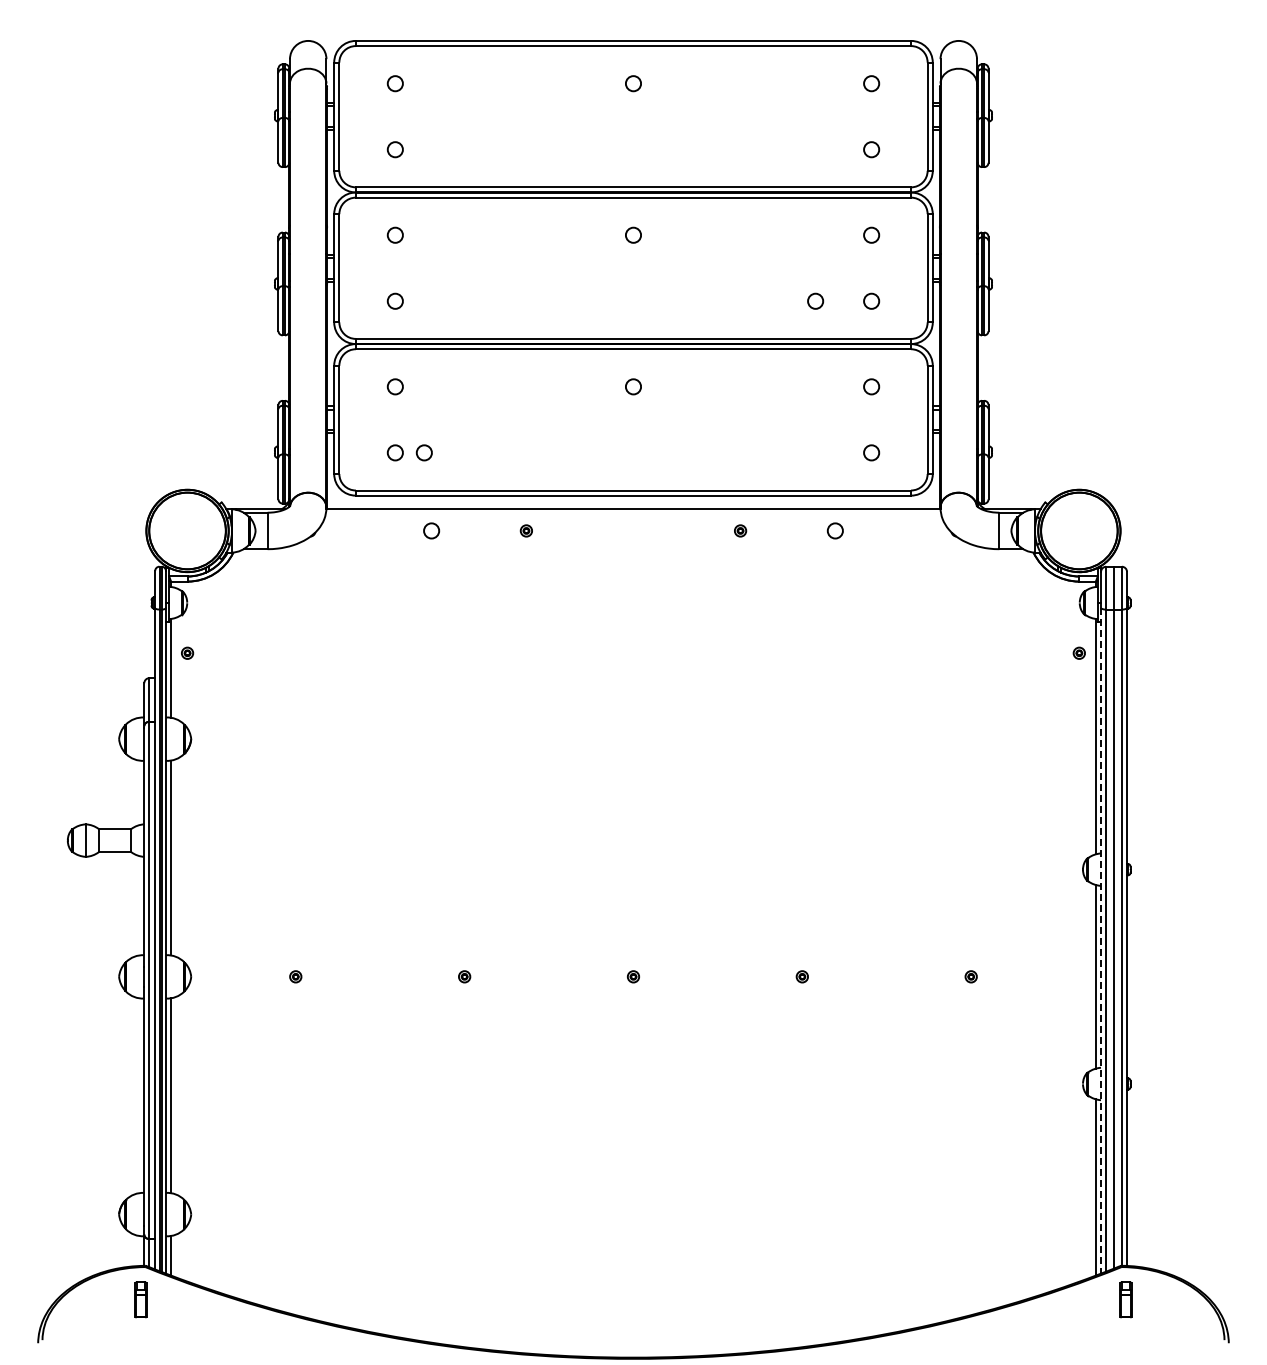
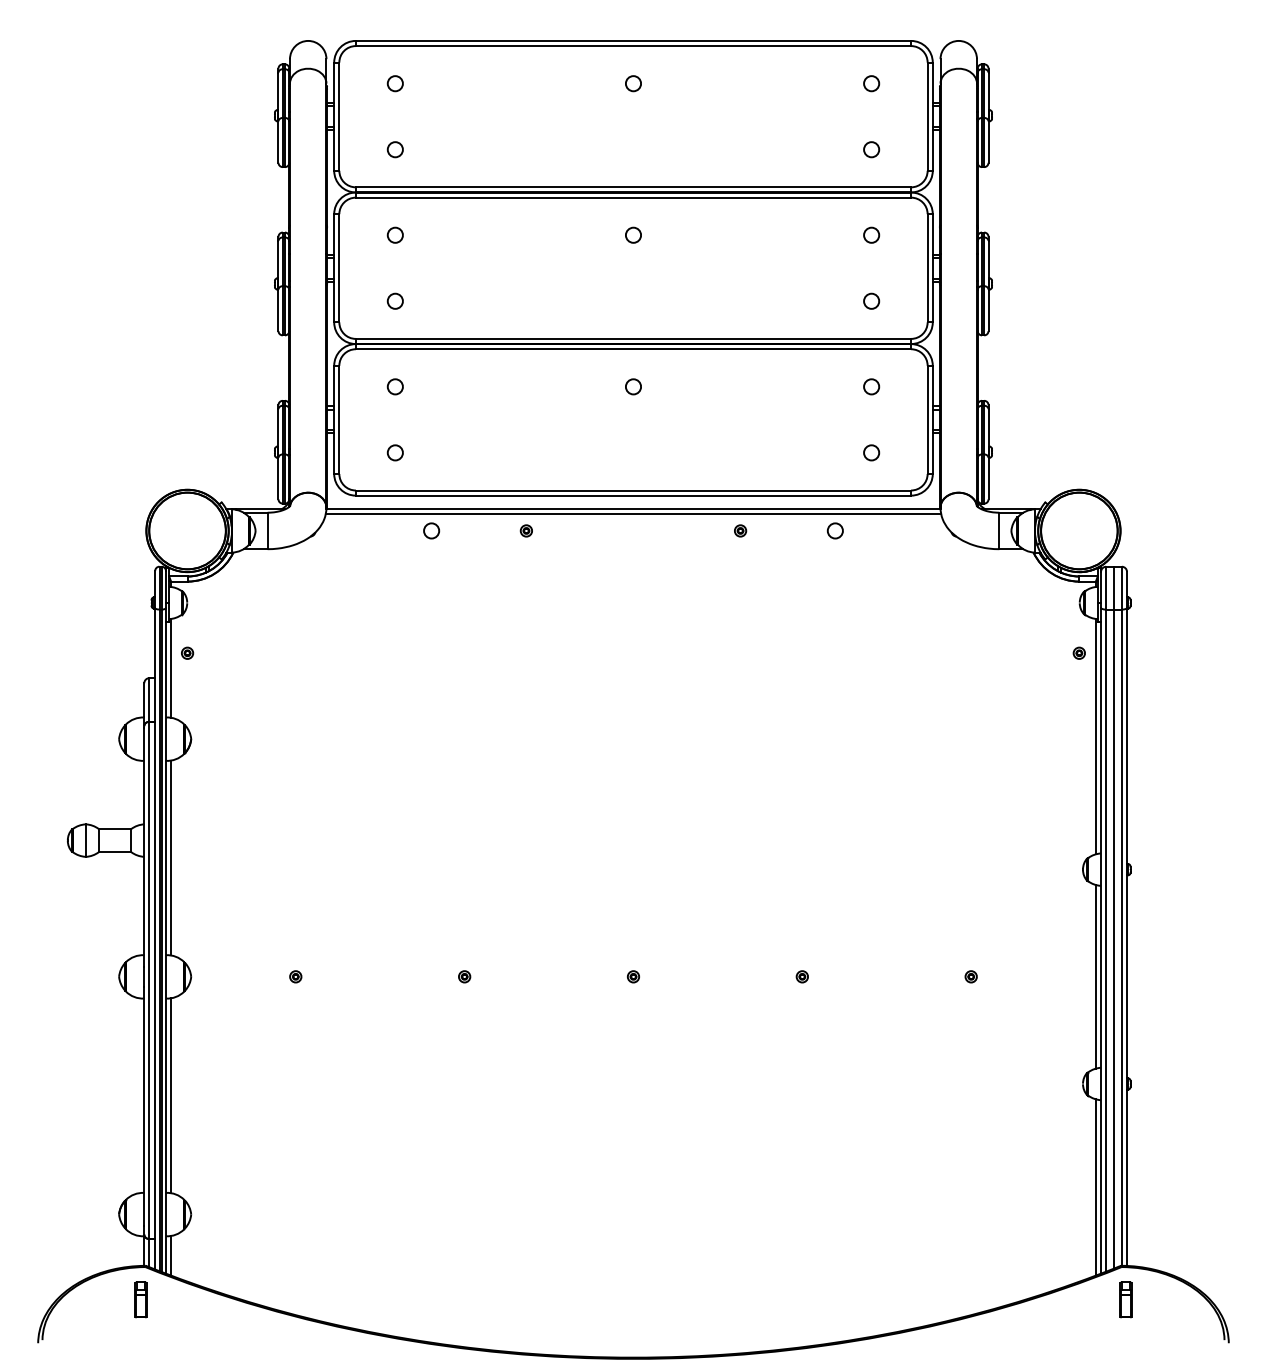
circle at (815, 300): present -> none
circle at (423, 452): present -> none
line at (633, 514): none -> present
line at (1100, 940): dashed -> solid
